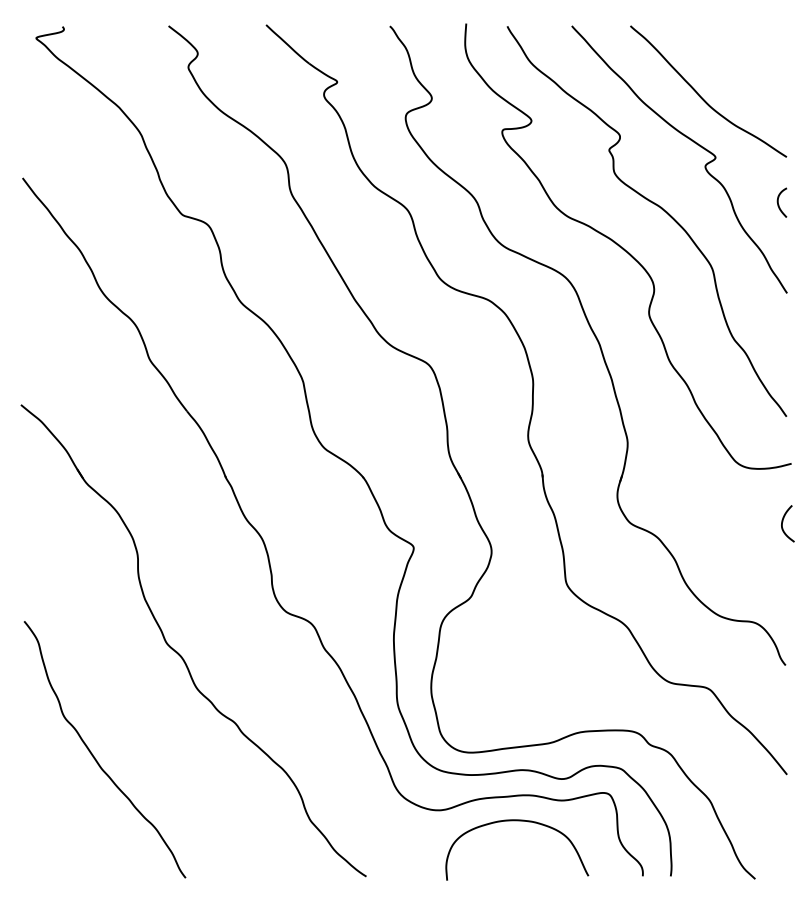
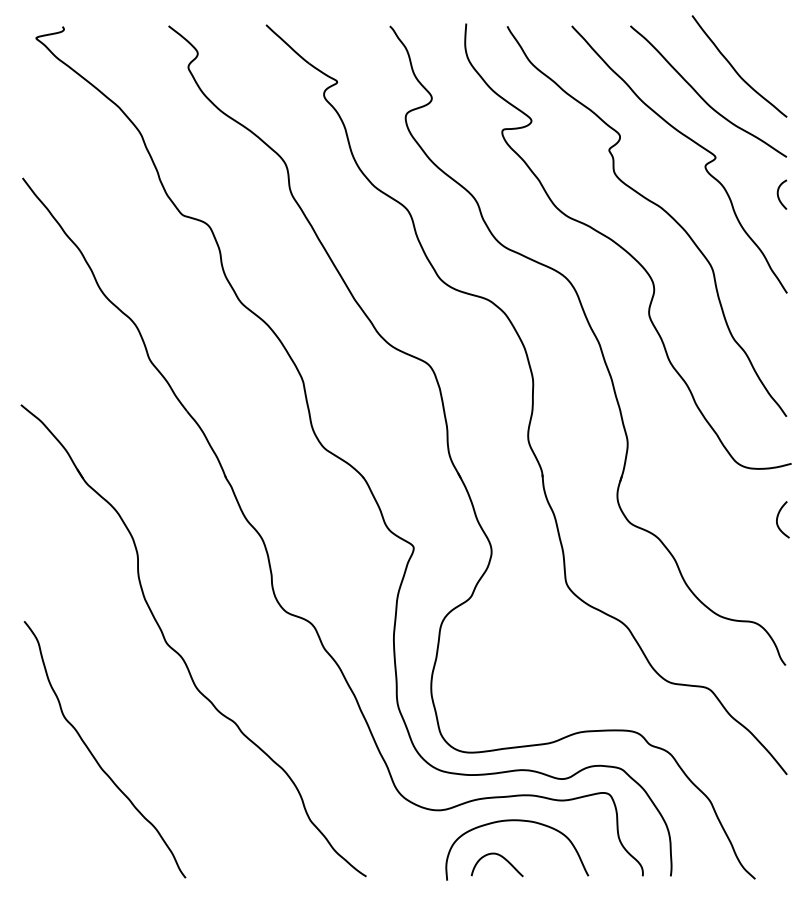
curve at (735, 69): none -> present
curve at (779, 204) position: (779, 204) -> (779, 196)
curve at (783, 522) position: (783, 522) -> (778, 518)
curve at (502, 858): none -> present
